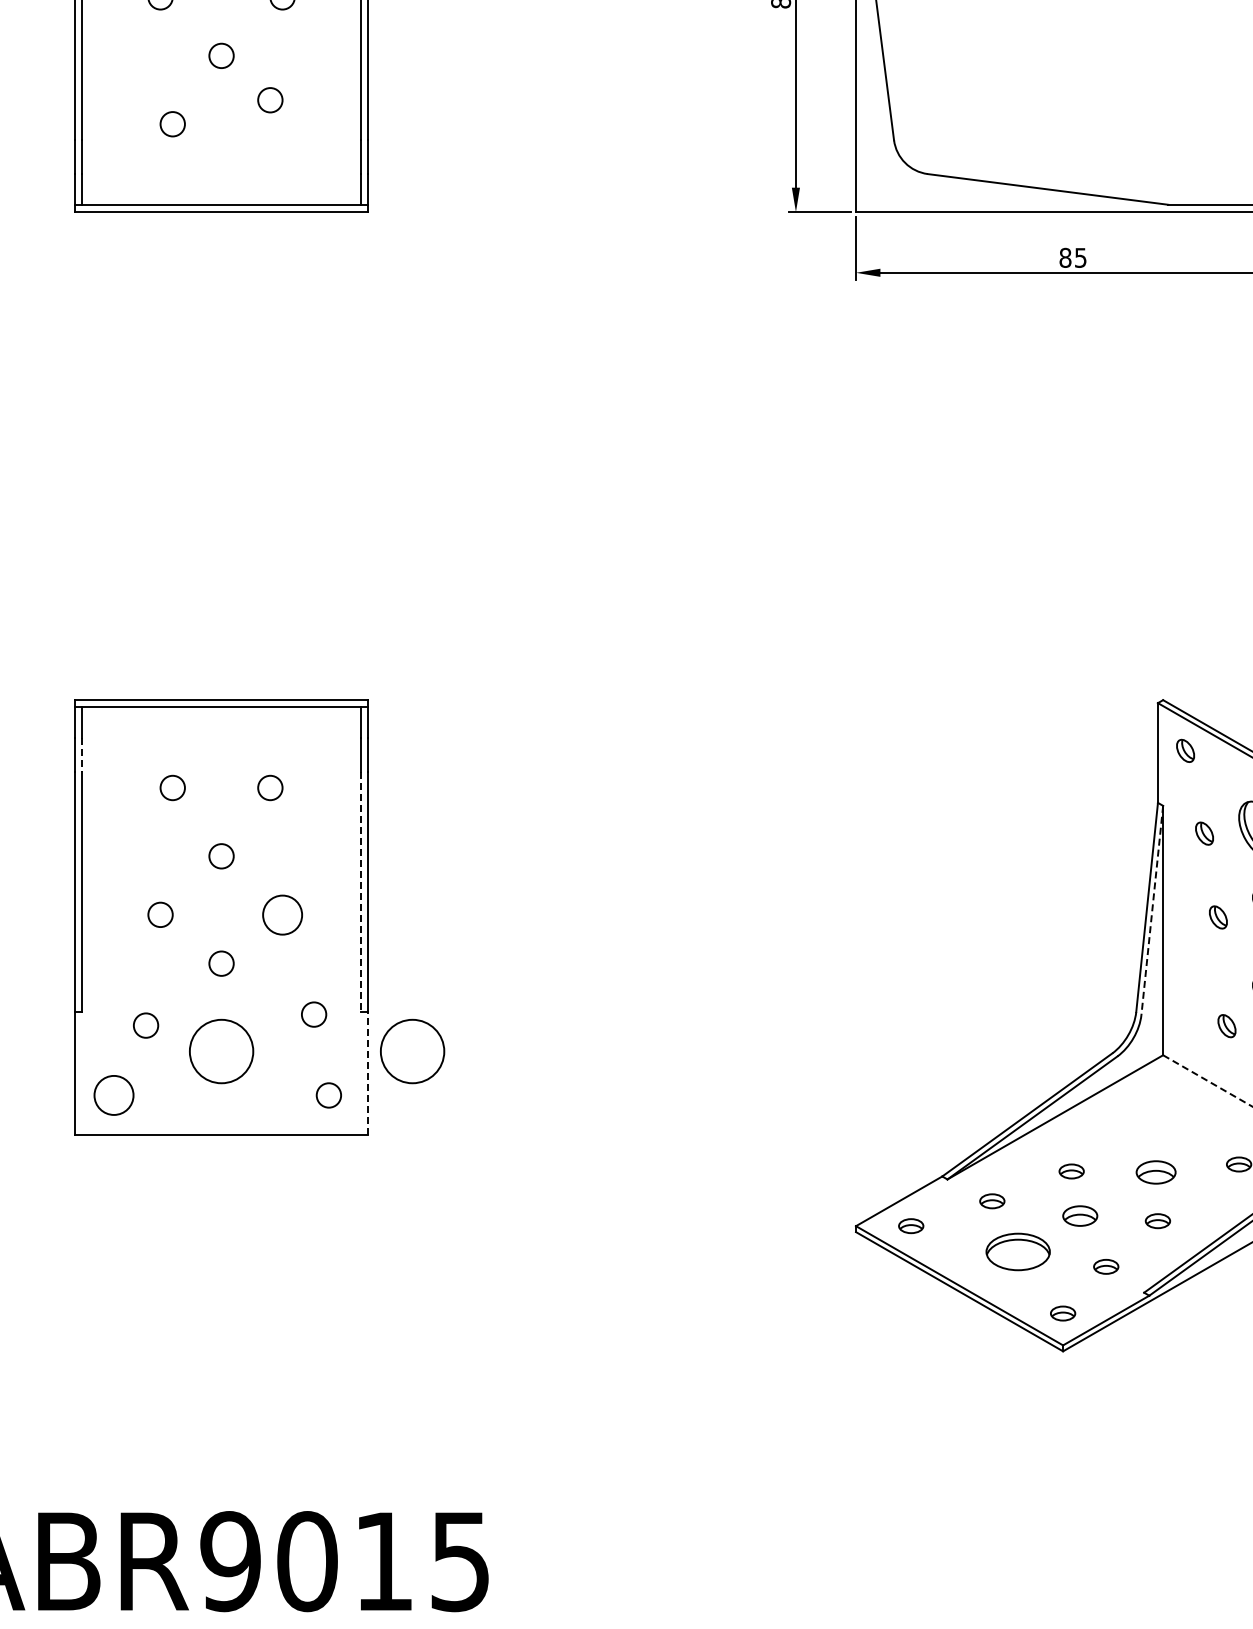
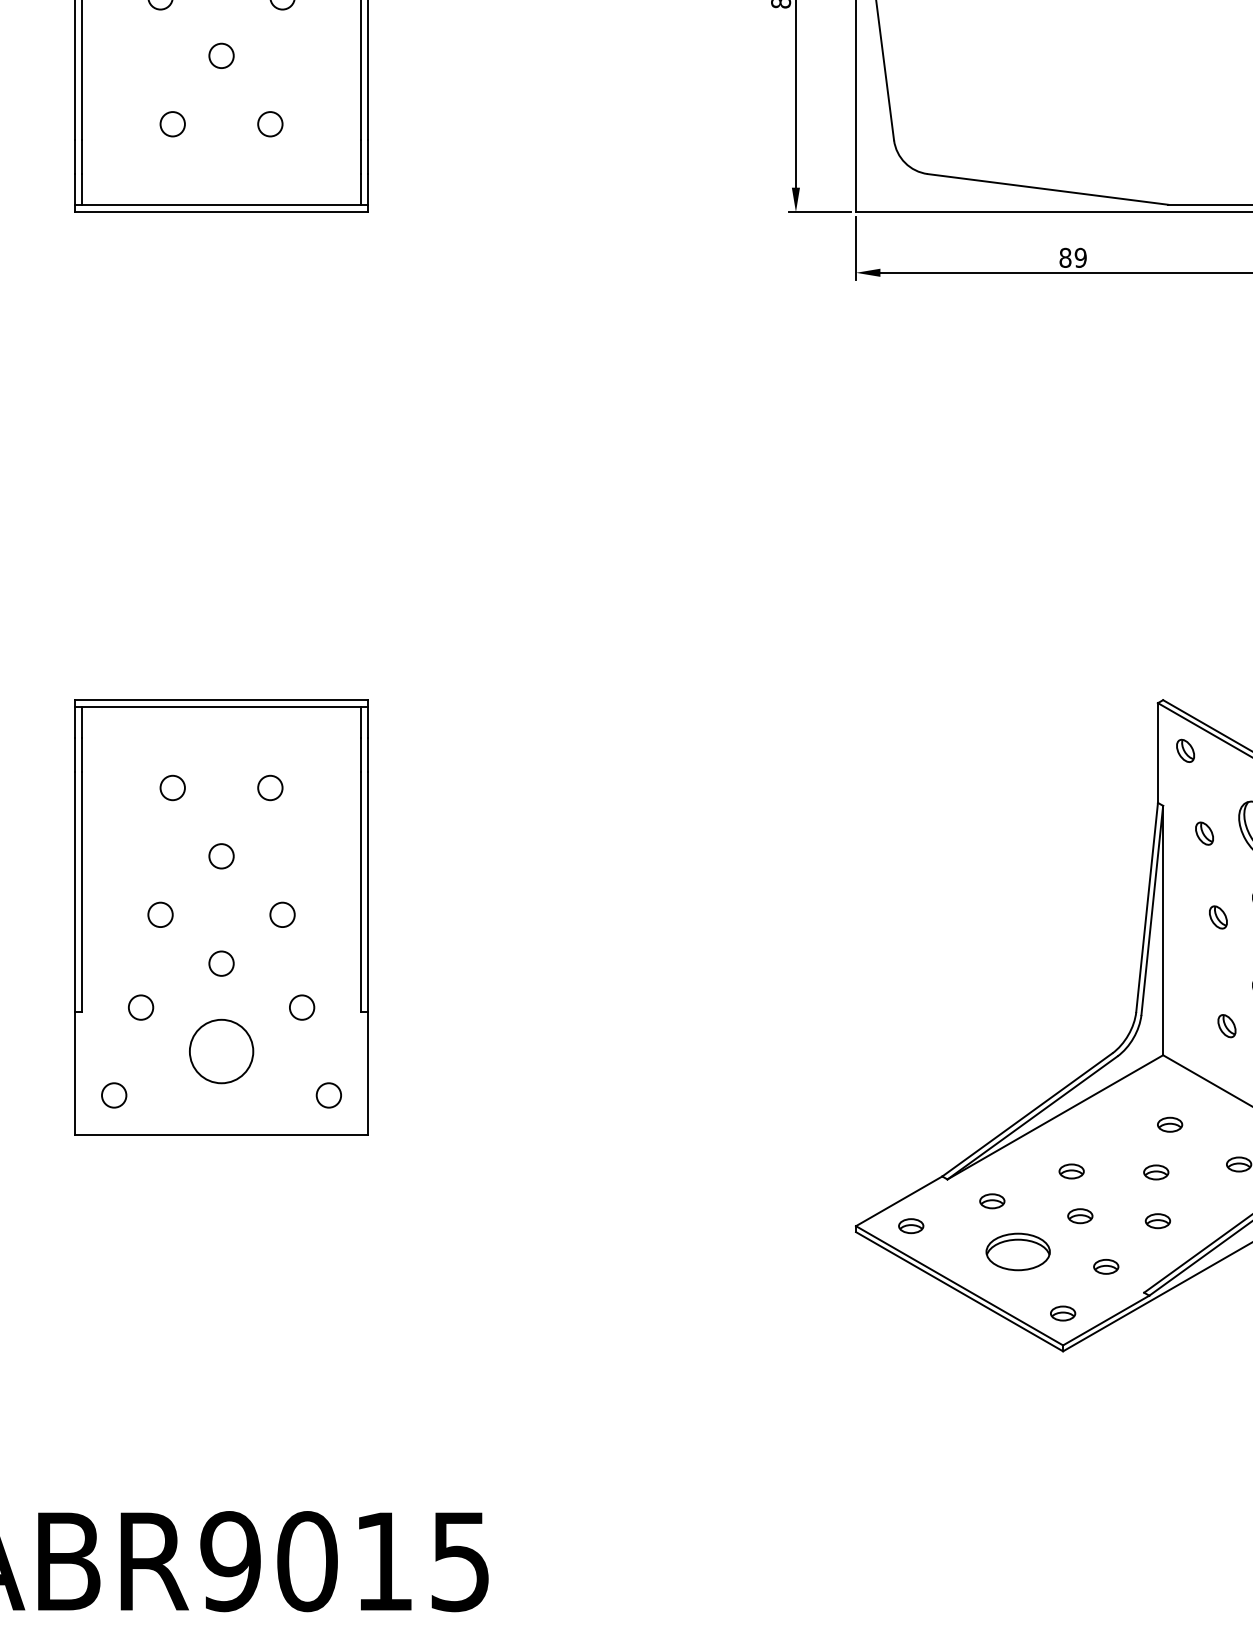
circle at (270, 100) position: (270, 100) -> (270, 124)
text at (1080, 257): 85 -> 89
line at (82, 755): dashed -> solid
line at (360, 892): dashed -> solid
line at (1152, 910): dashed -> solid
circle at (282, 914) size: 41x42 px -> 27x27 px
circle at (314, 1014) position: (314, 1014) -> (302, 1007)
circle at (146, 1025) position: (146, 1025) -> (141, 1007)
circle at (412, 1051): present -> none
line at (367, 1073): dashed -> solid
line at (1208, 1081): dashed -> solid
circle at (113, 1095) size: 42x41 px -> 27x27 px
part at (1170, 1124): none -> present
part at (1155, 1172) size: 42x25 px -> 27x17 px
part at (1080, 1215) size: 37x22 px -> 27x17 px
